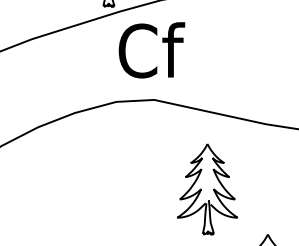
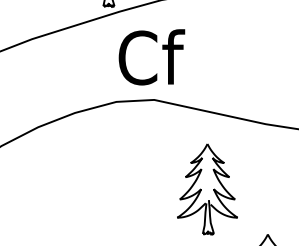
text at (151, 50) position: (151, 50) -> (151, 57)
